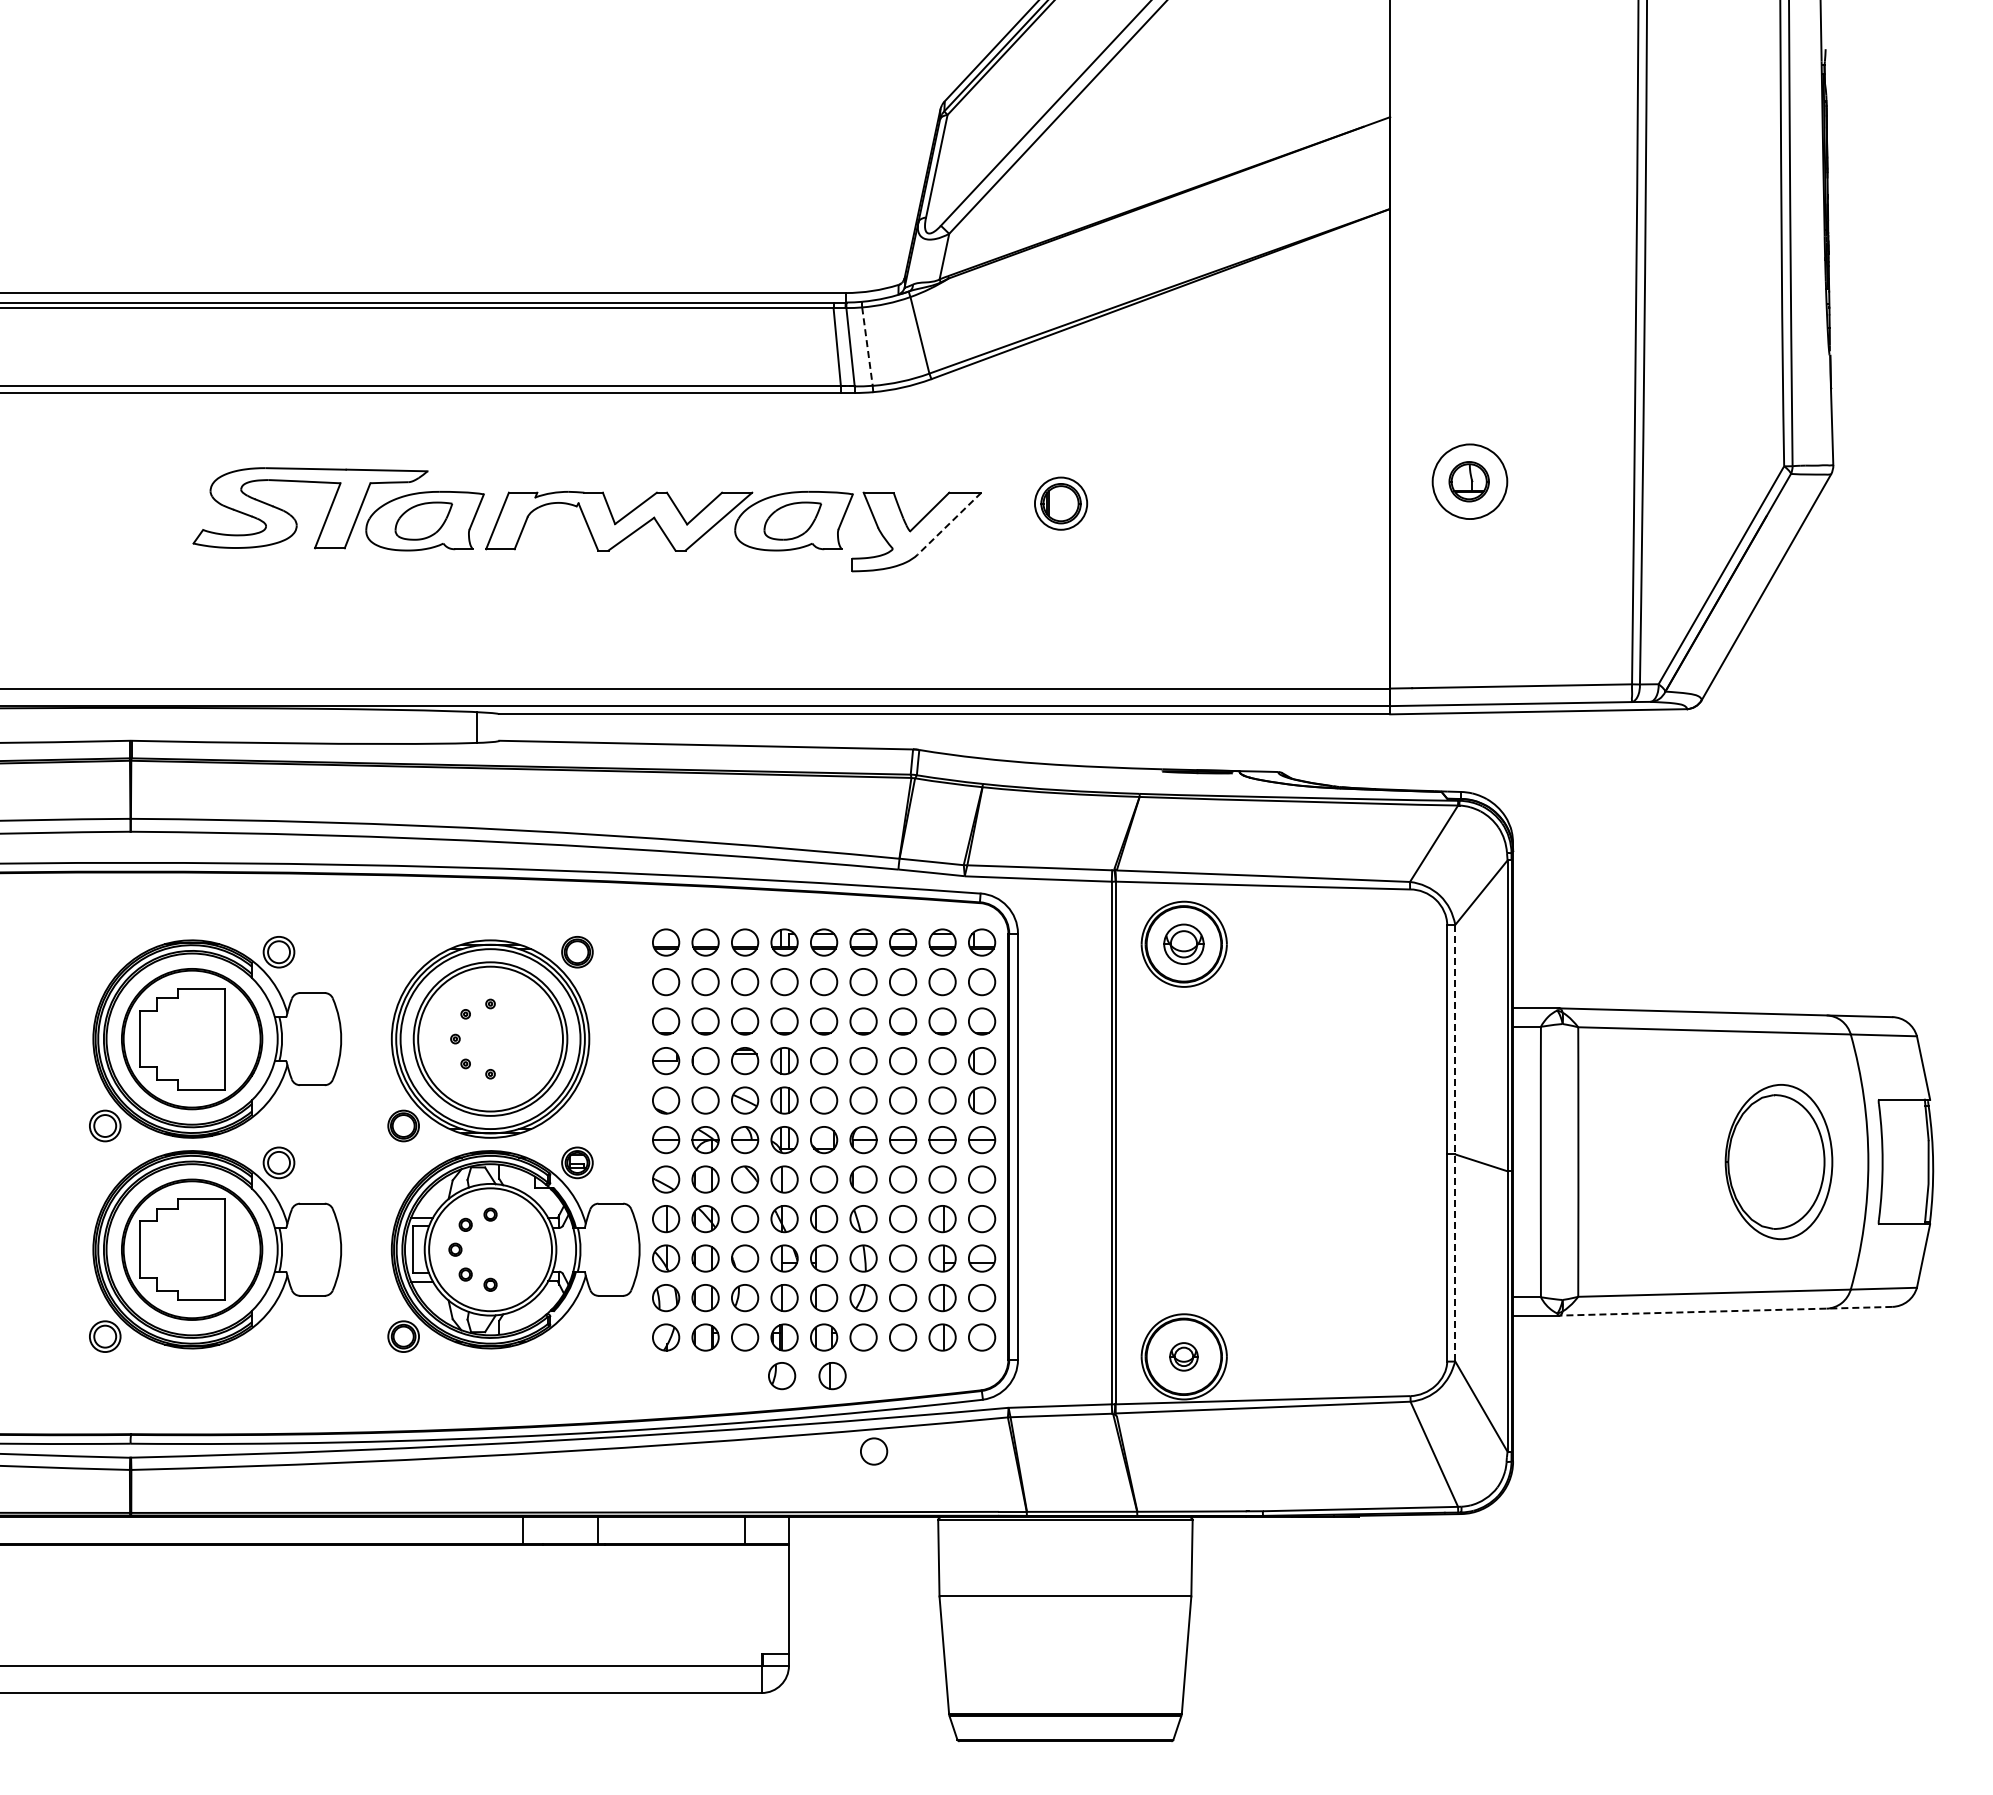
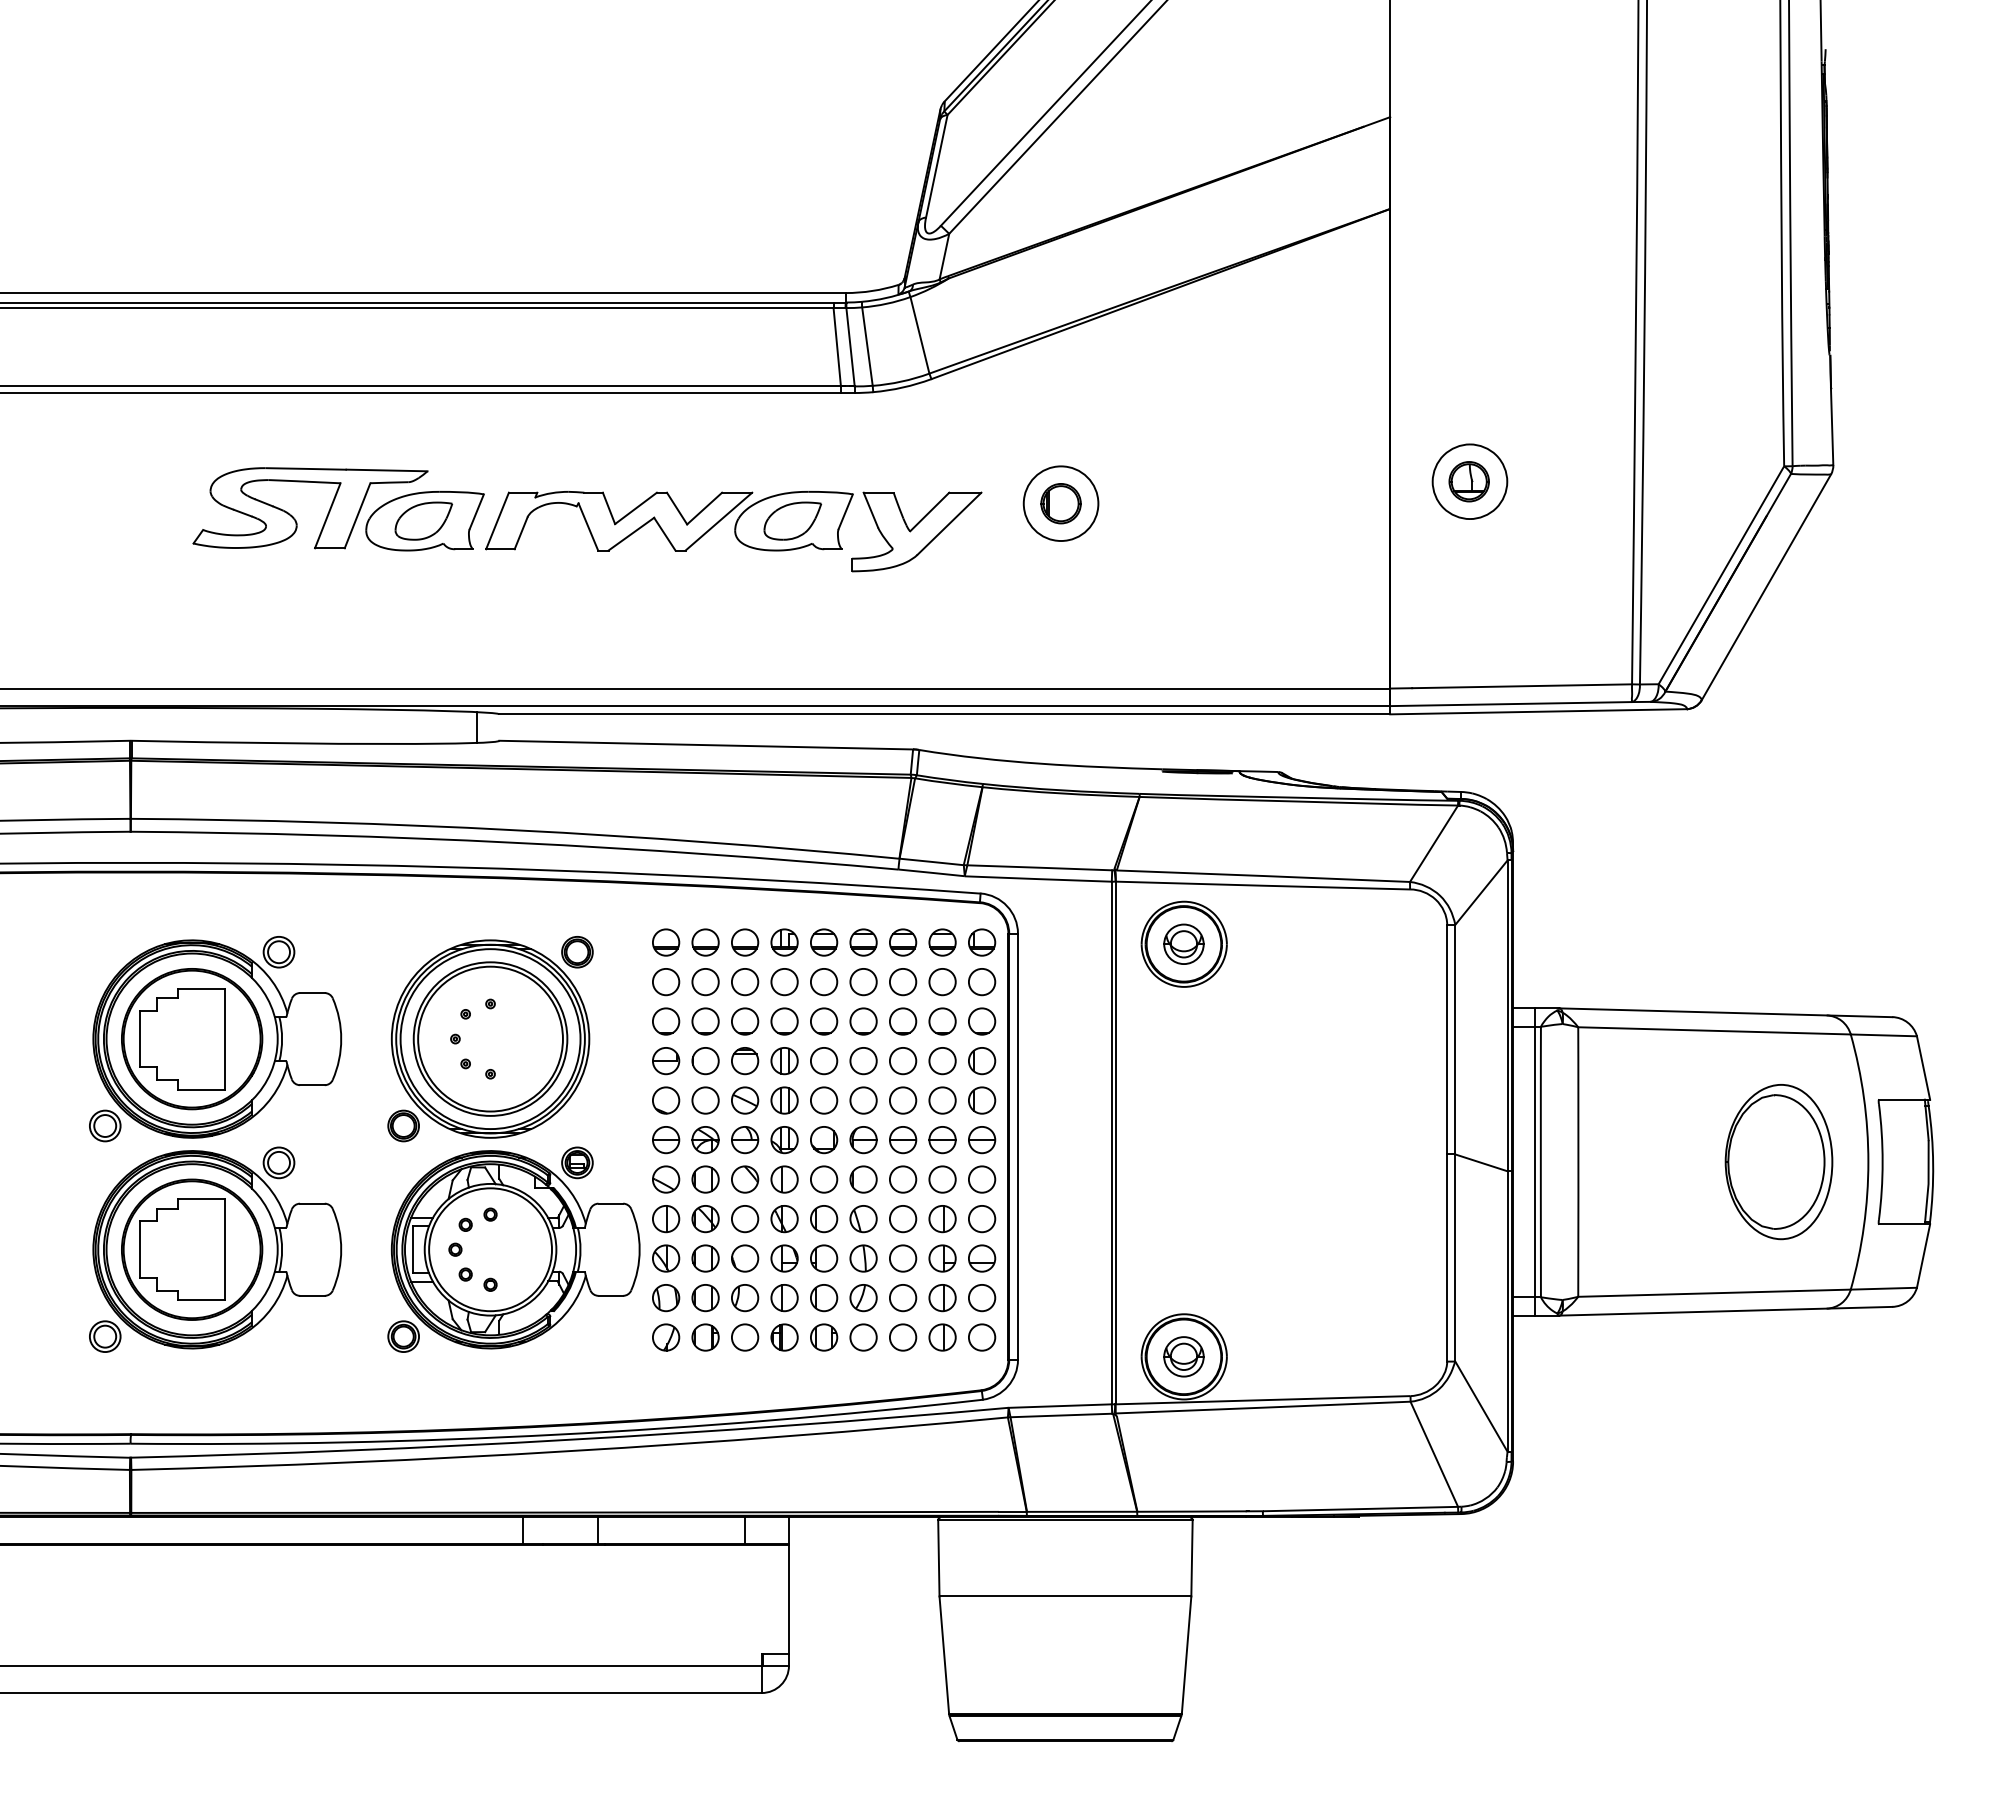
line at (867, 346): dashed -> solid
circle at (1060, 503) diameter: 52 px -> 75 px
line at (949, 523): dashed -> solid
line at (1455, 1143): dashed -> solid
line at (1535, 1161): none -> present
line at (1725, 1311): dashed -> solid
part at (1183, 1356) size: 30x30 px -> 42x42 px
part at (782, 1376): present -> none
part at (832, 1376): present -> none
circle at (874, 1451): present -> none
